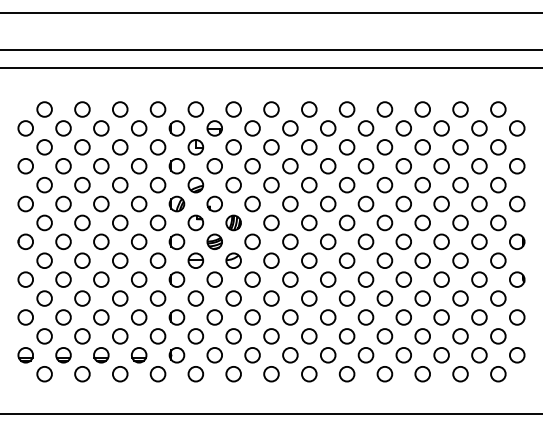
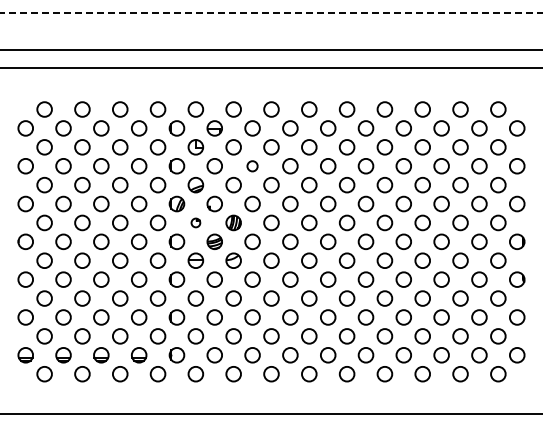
line at (271, 12): solid -> dashed
circle at (252, 166) size: 17x17 px -> 13x13 px
part at (195, 222) size: 18x18 px -> 12x12 px
